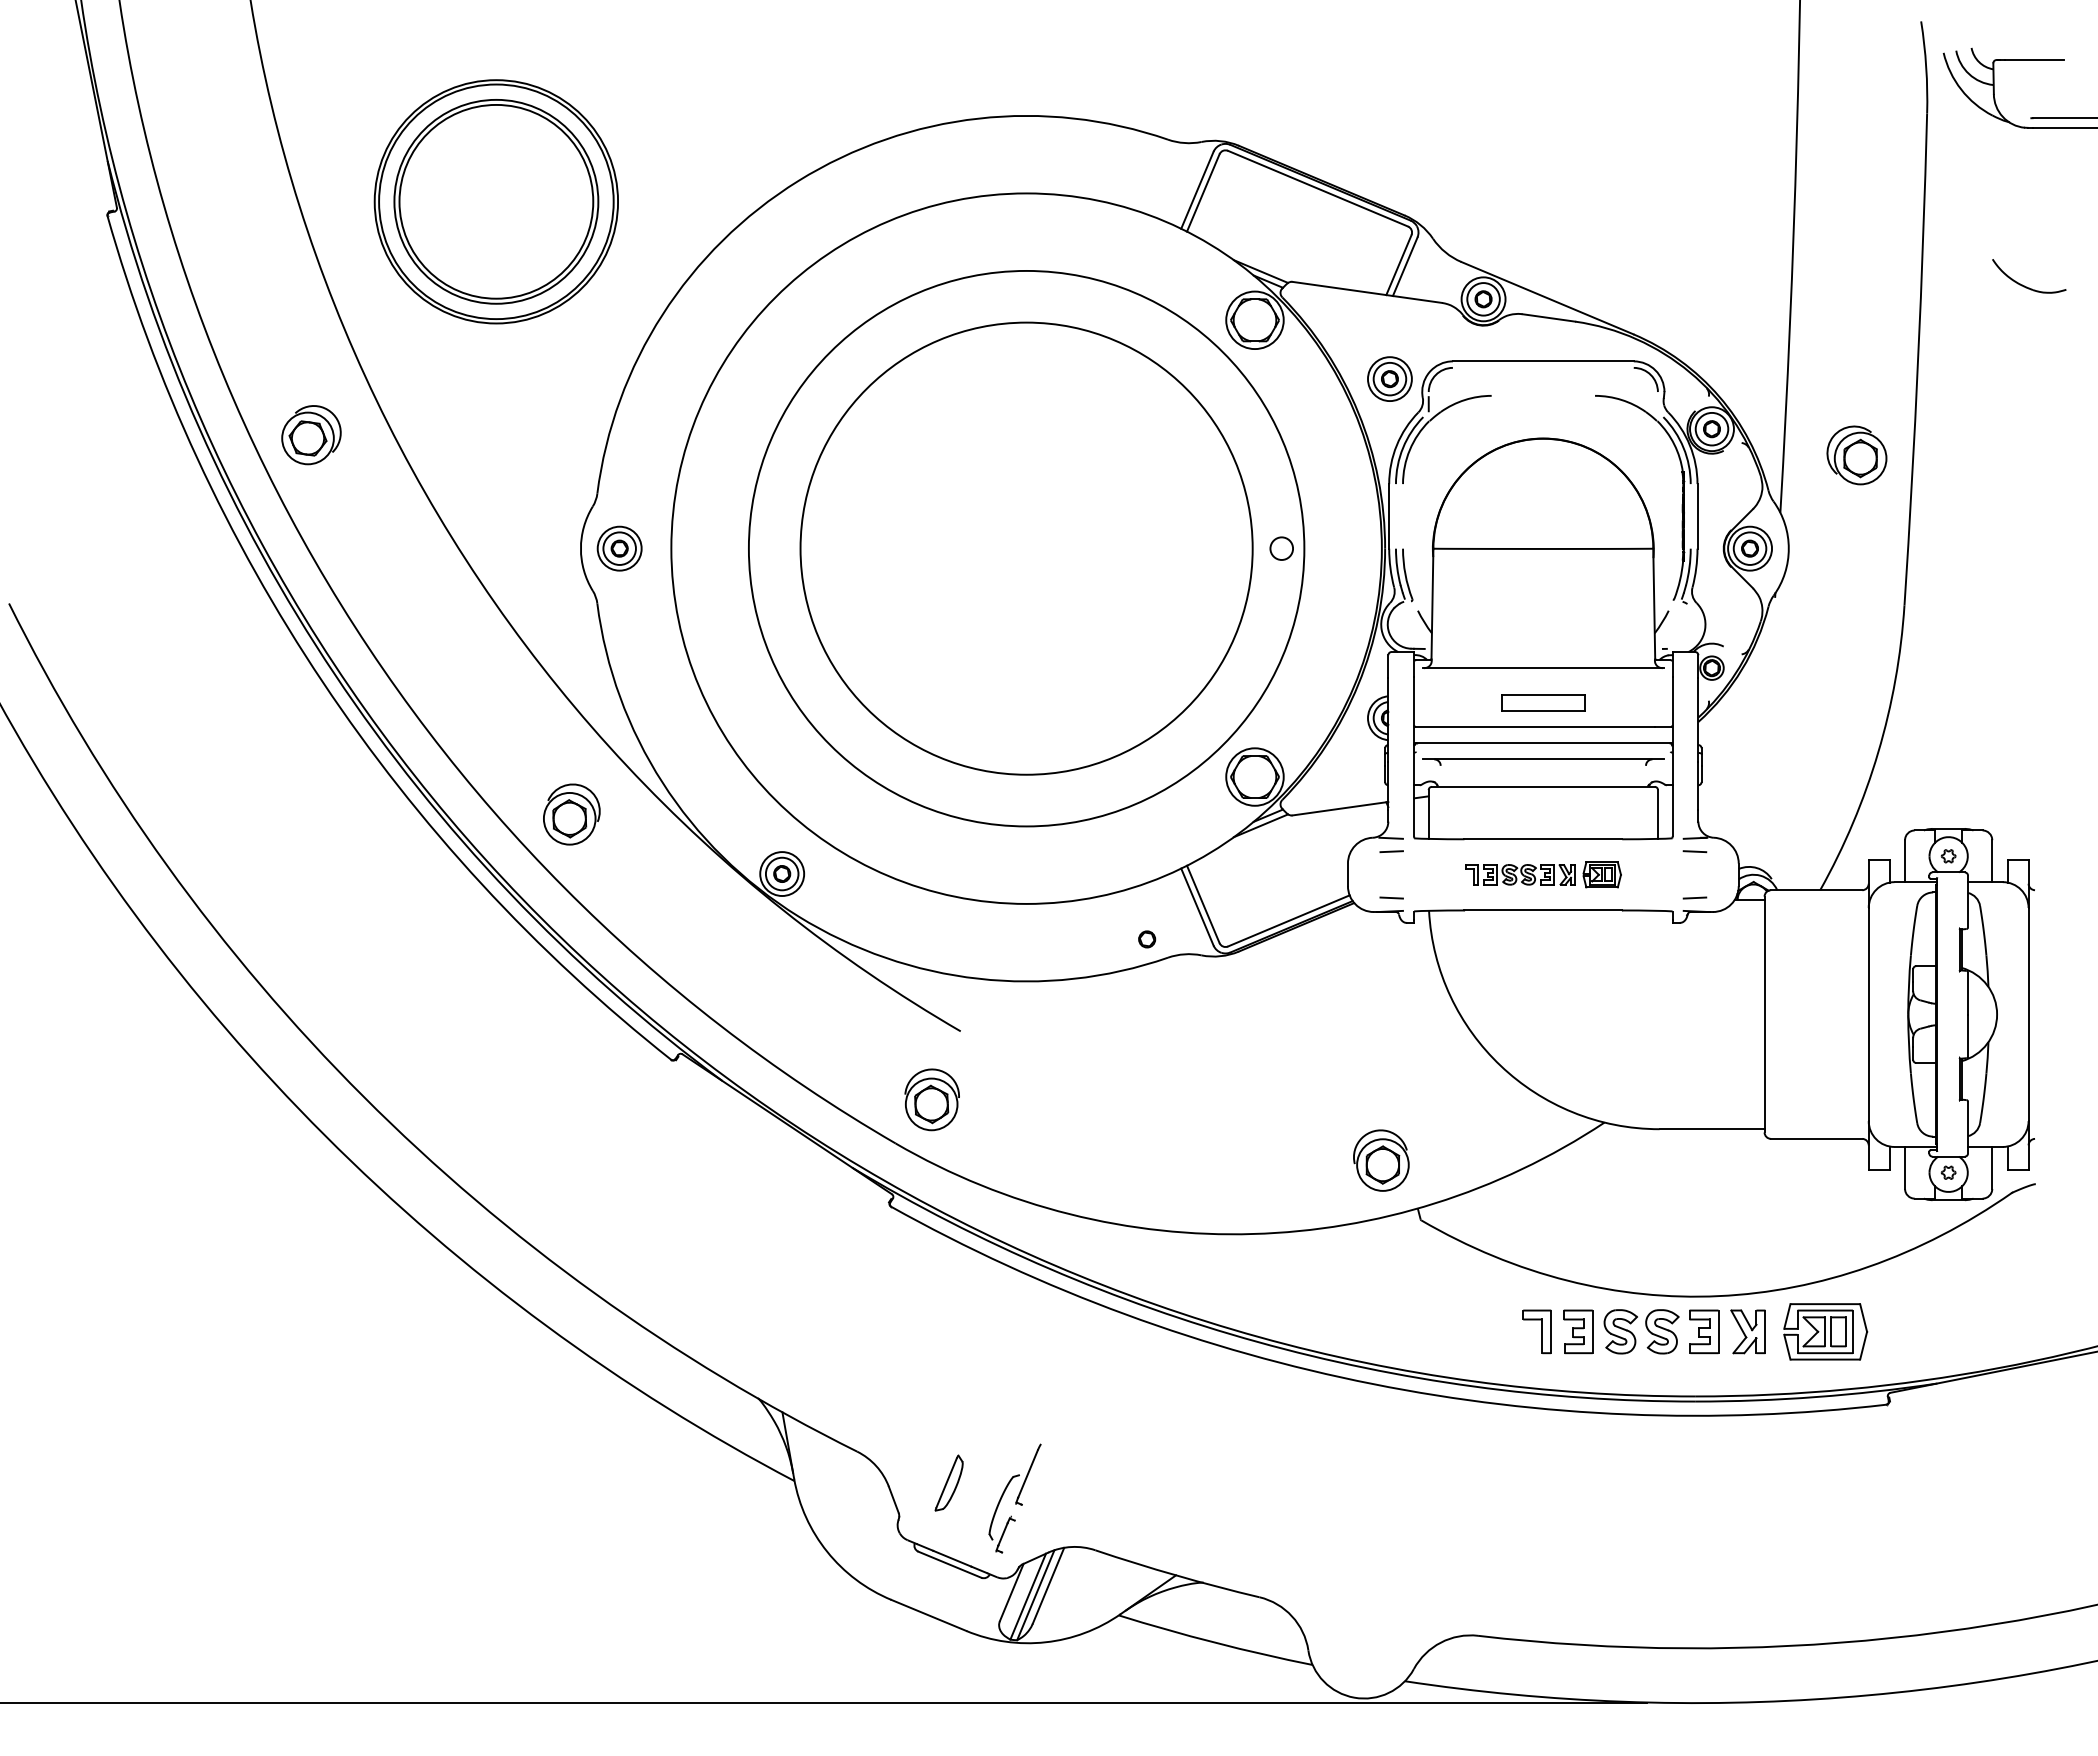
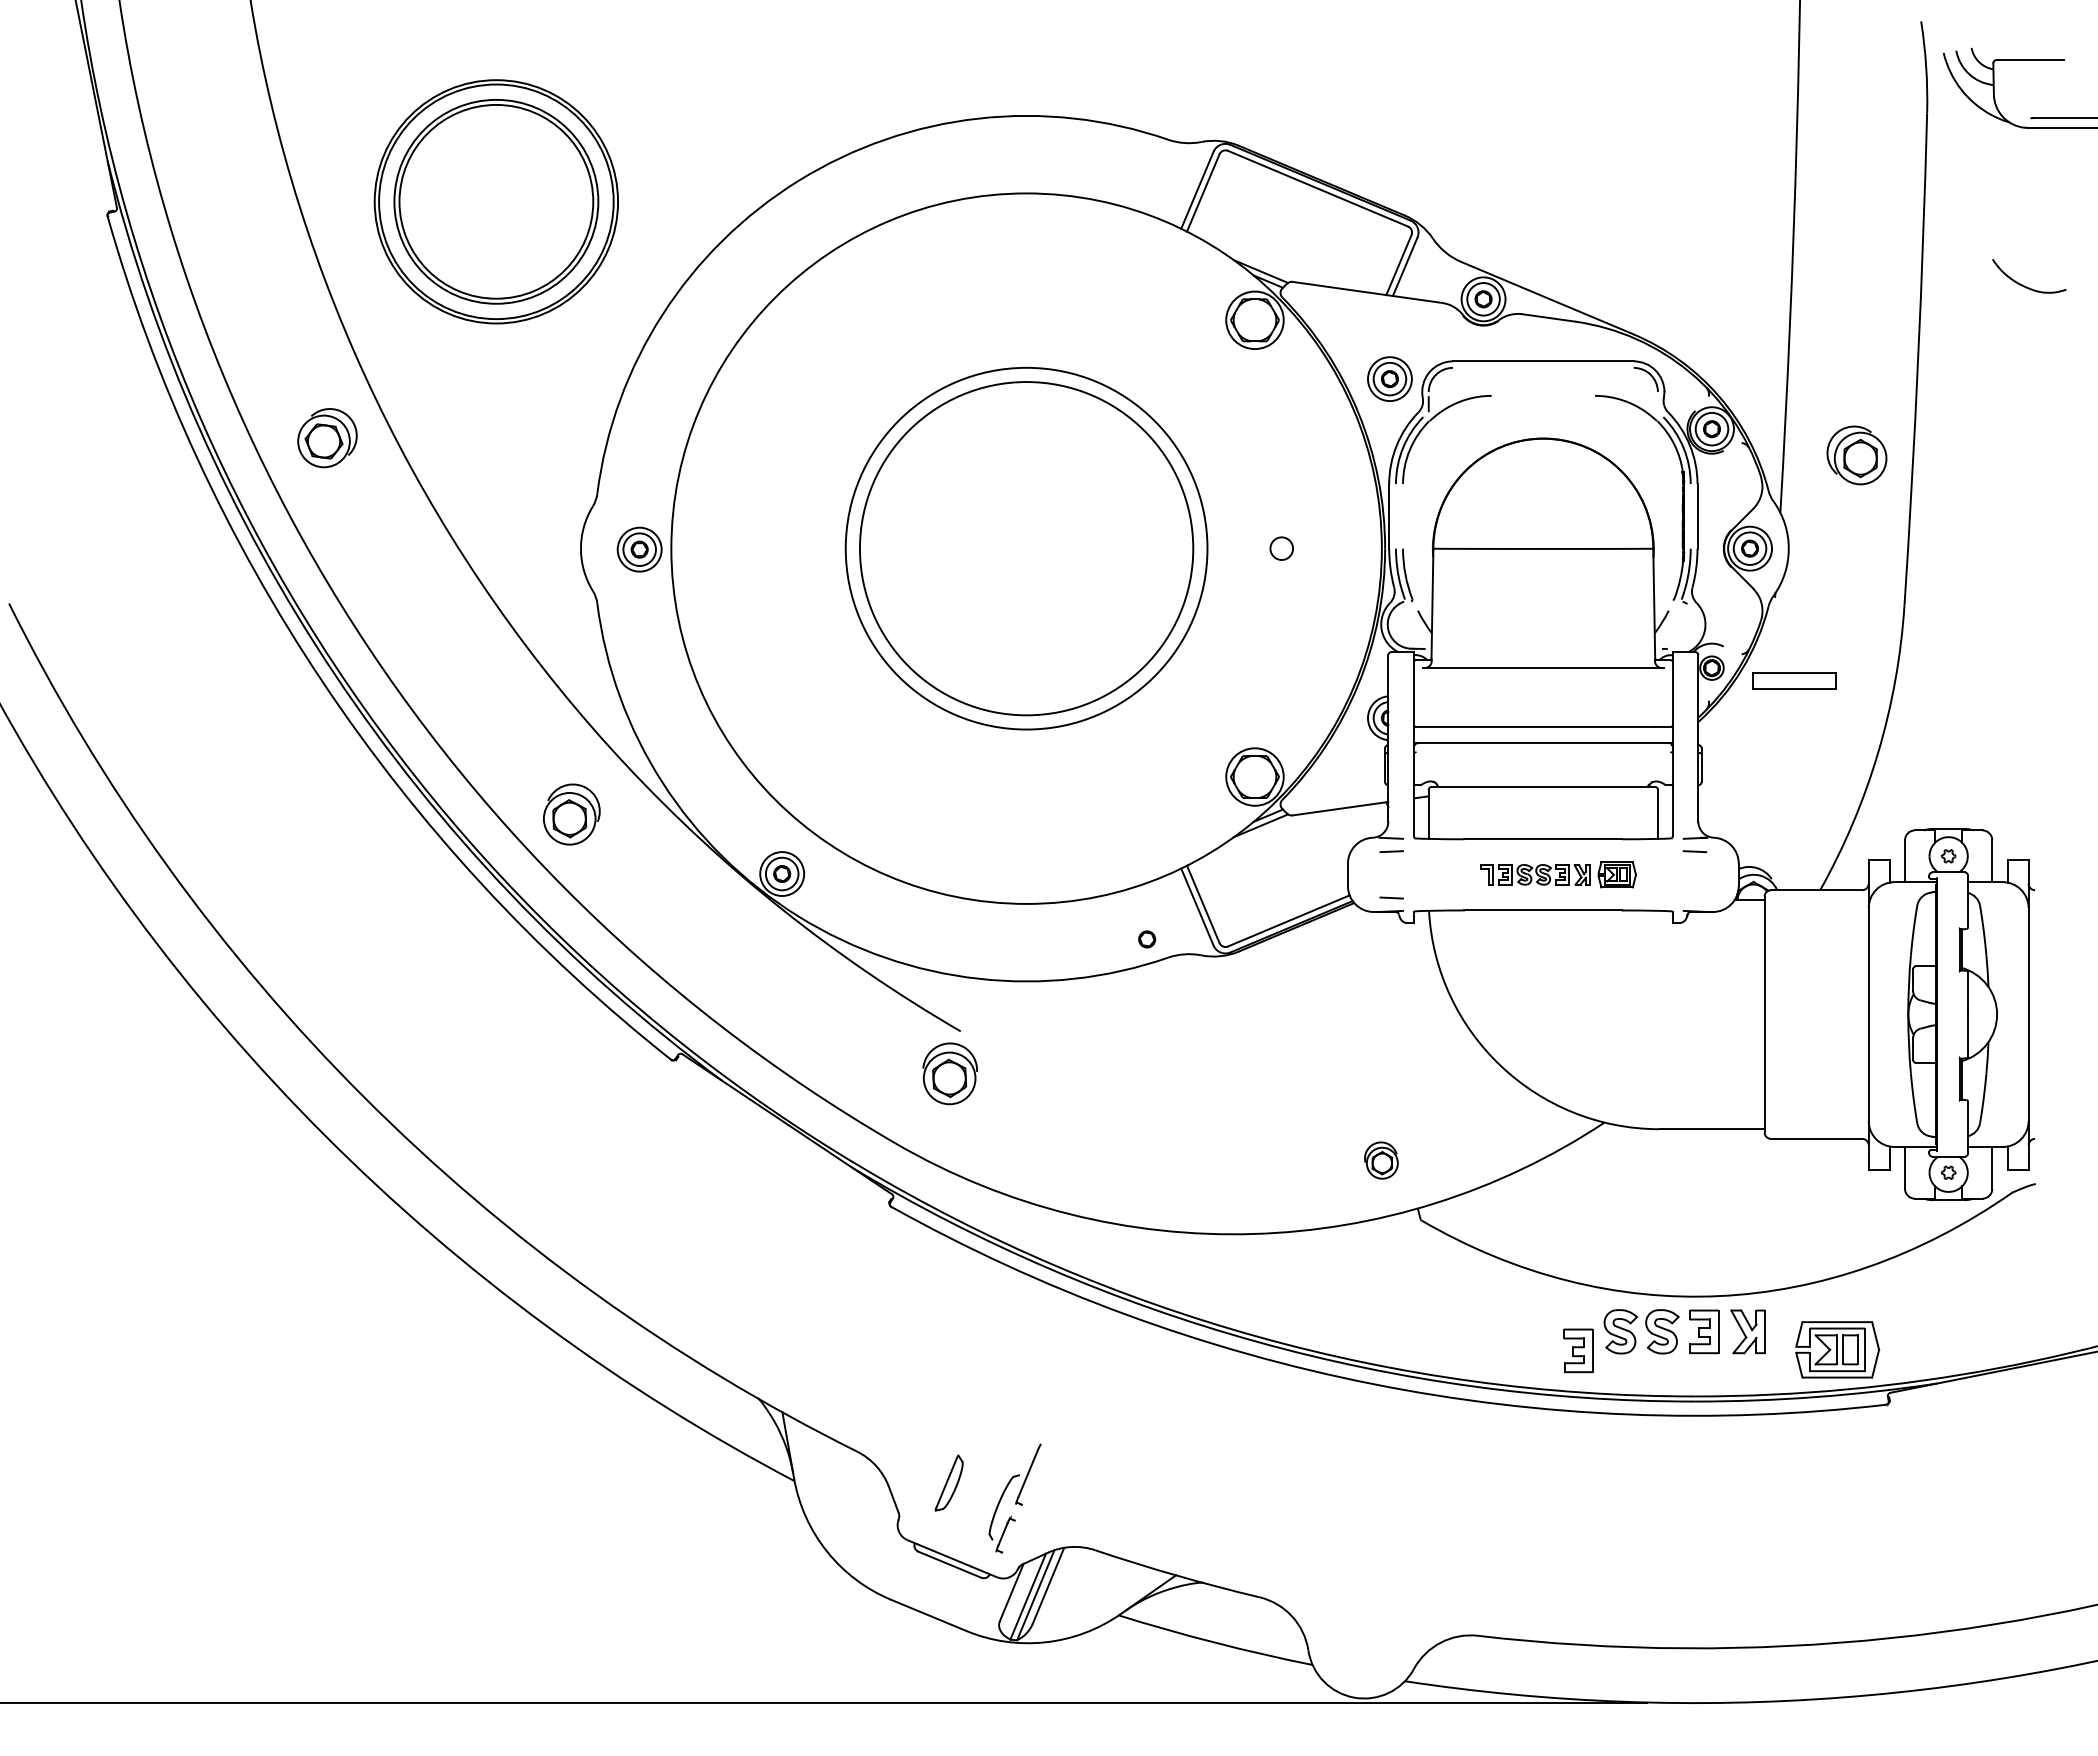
part at (311, 435) position: (311, 435) -> (327, 438)
part at (619, 548) position: (619, 548) -> (639, 549)
circle at (1026, 548) diameter: 452 px -> 362 px
circle at (1026, 548) diameter: 555 px -> 333 px
part at (1543, 702) position: (1543, 702) -> (1794, 680)
part at (1543, 761): present -> none
part at (1543, 874) position: (1543, 874) -> (1558, 874)
line at (1694, 897): present -> none
part at (931, 1099) position: (931, 1099) -> (949, 1073)
part at (1381, 1160) size: 57x63 px -> 35x39 px
part at (1536, 1331): present -> none
part at (1578, 1331) position: (1578, 1331) -> (1578, 1350)
part at (1825, 1331) position: (1825, 1331) -> (1837, 1349)
